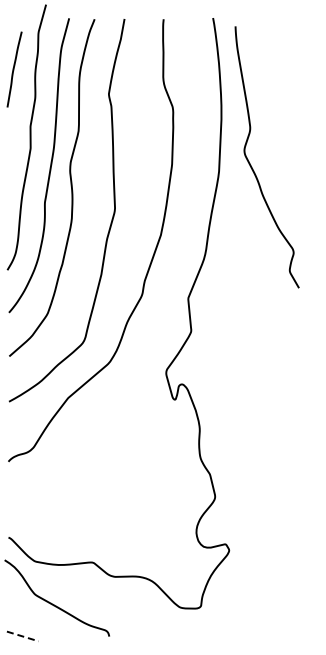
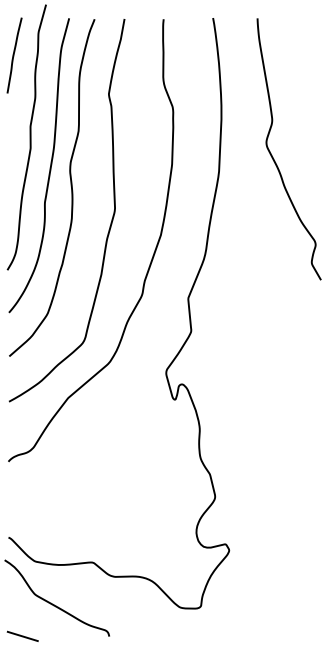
curve at (14, 69) position: (14, 69) -> (14, 55)
curve at (251, 165) position: (251, 165) -> (273, 157)
line at (22, 636): dashed -> solid
